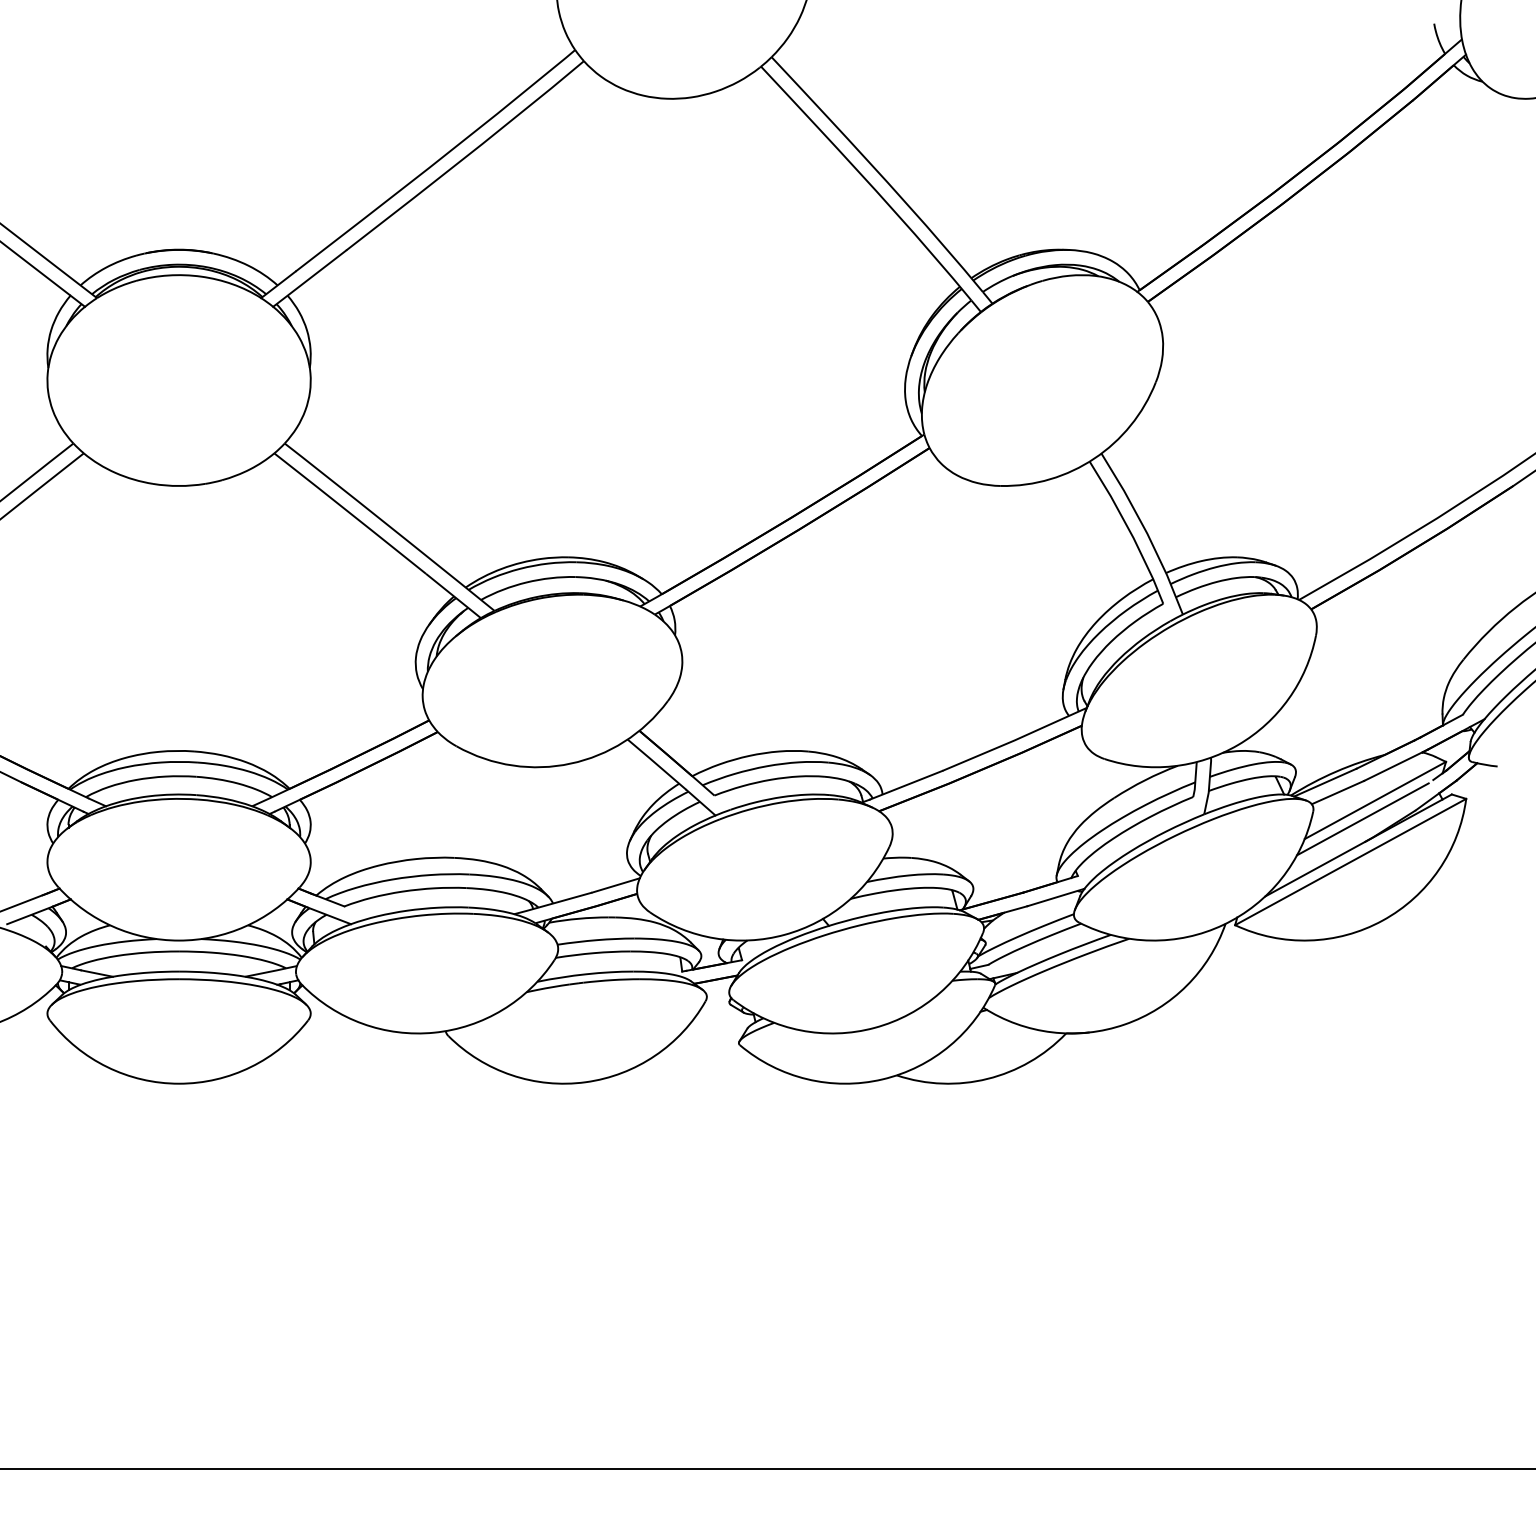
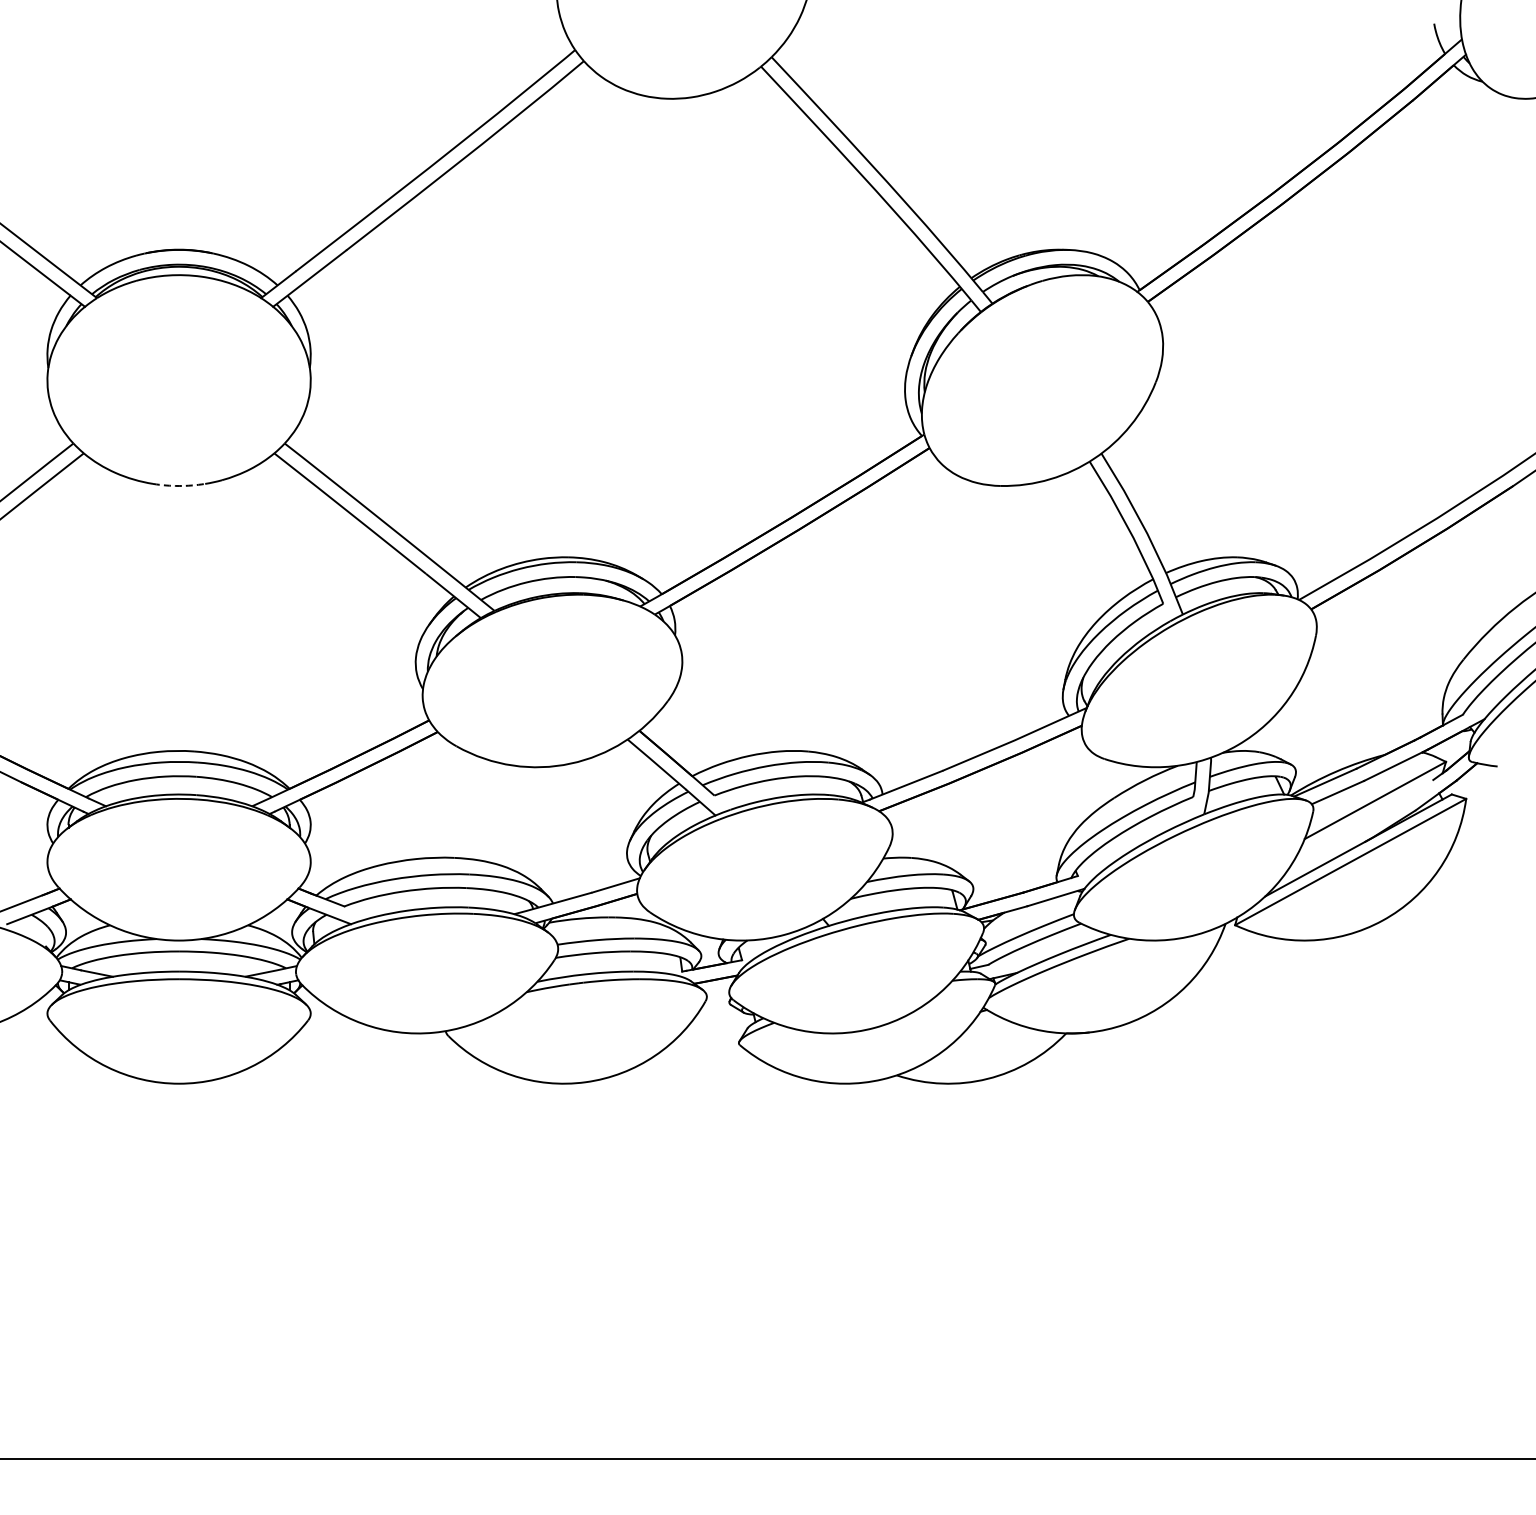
arc at (179, 486): solid -> dashed
line at (1362, 819): present -> none
line at (767, 1469) position: (767, 1469) -> (767, 1459)
